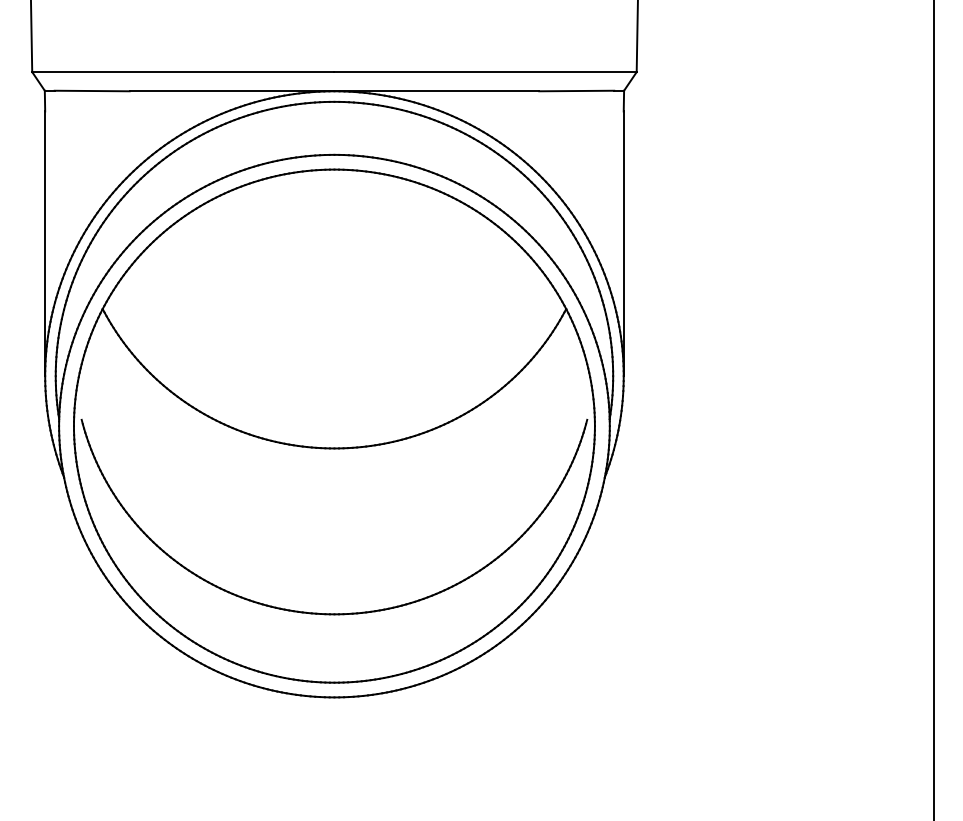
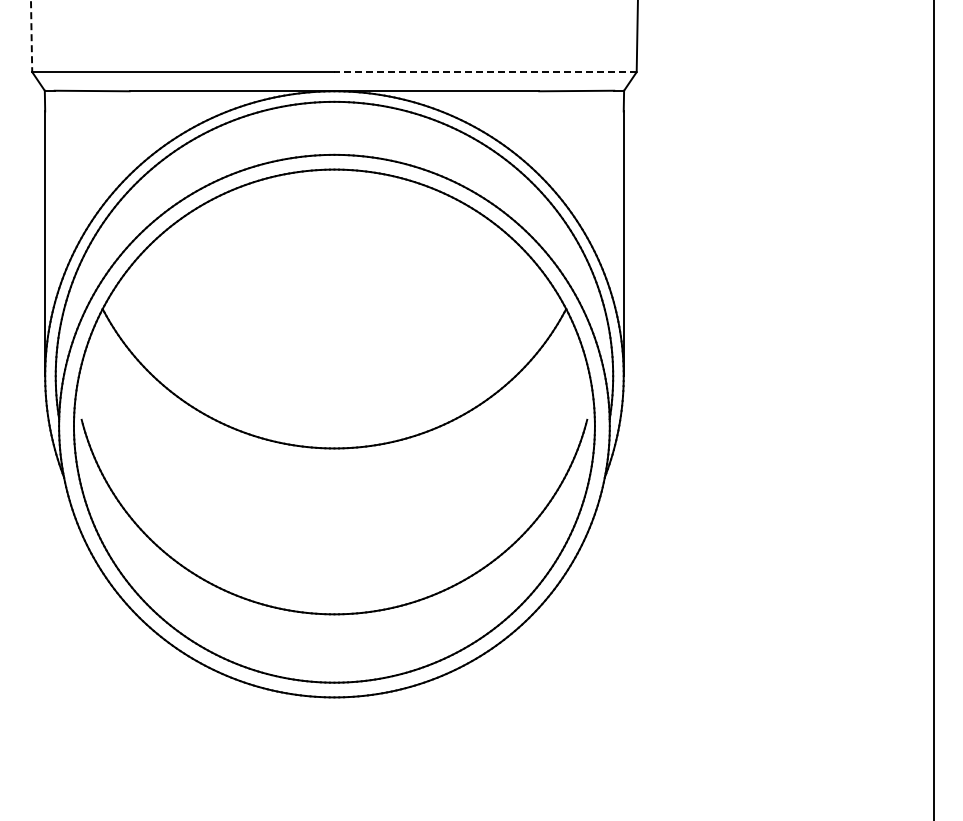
line at (31, 36): solid -> dashed
line at (485, 72): solid -> dashed
